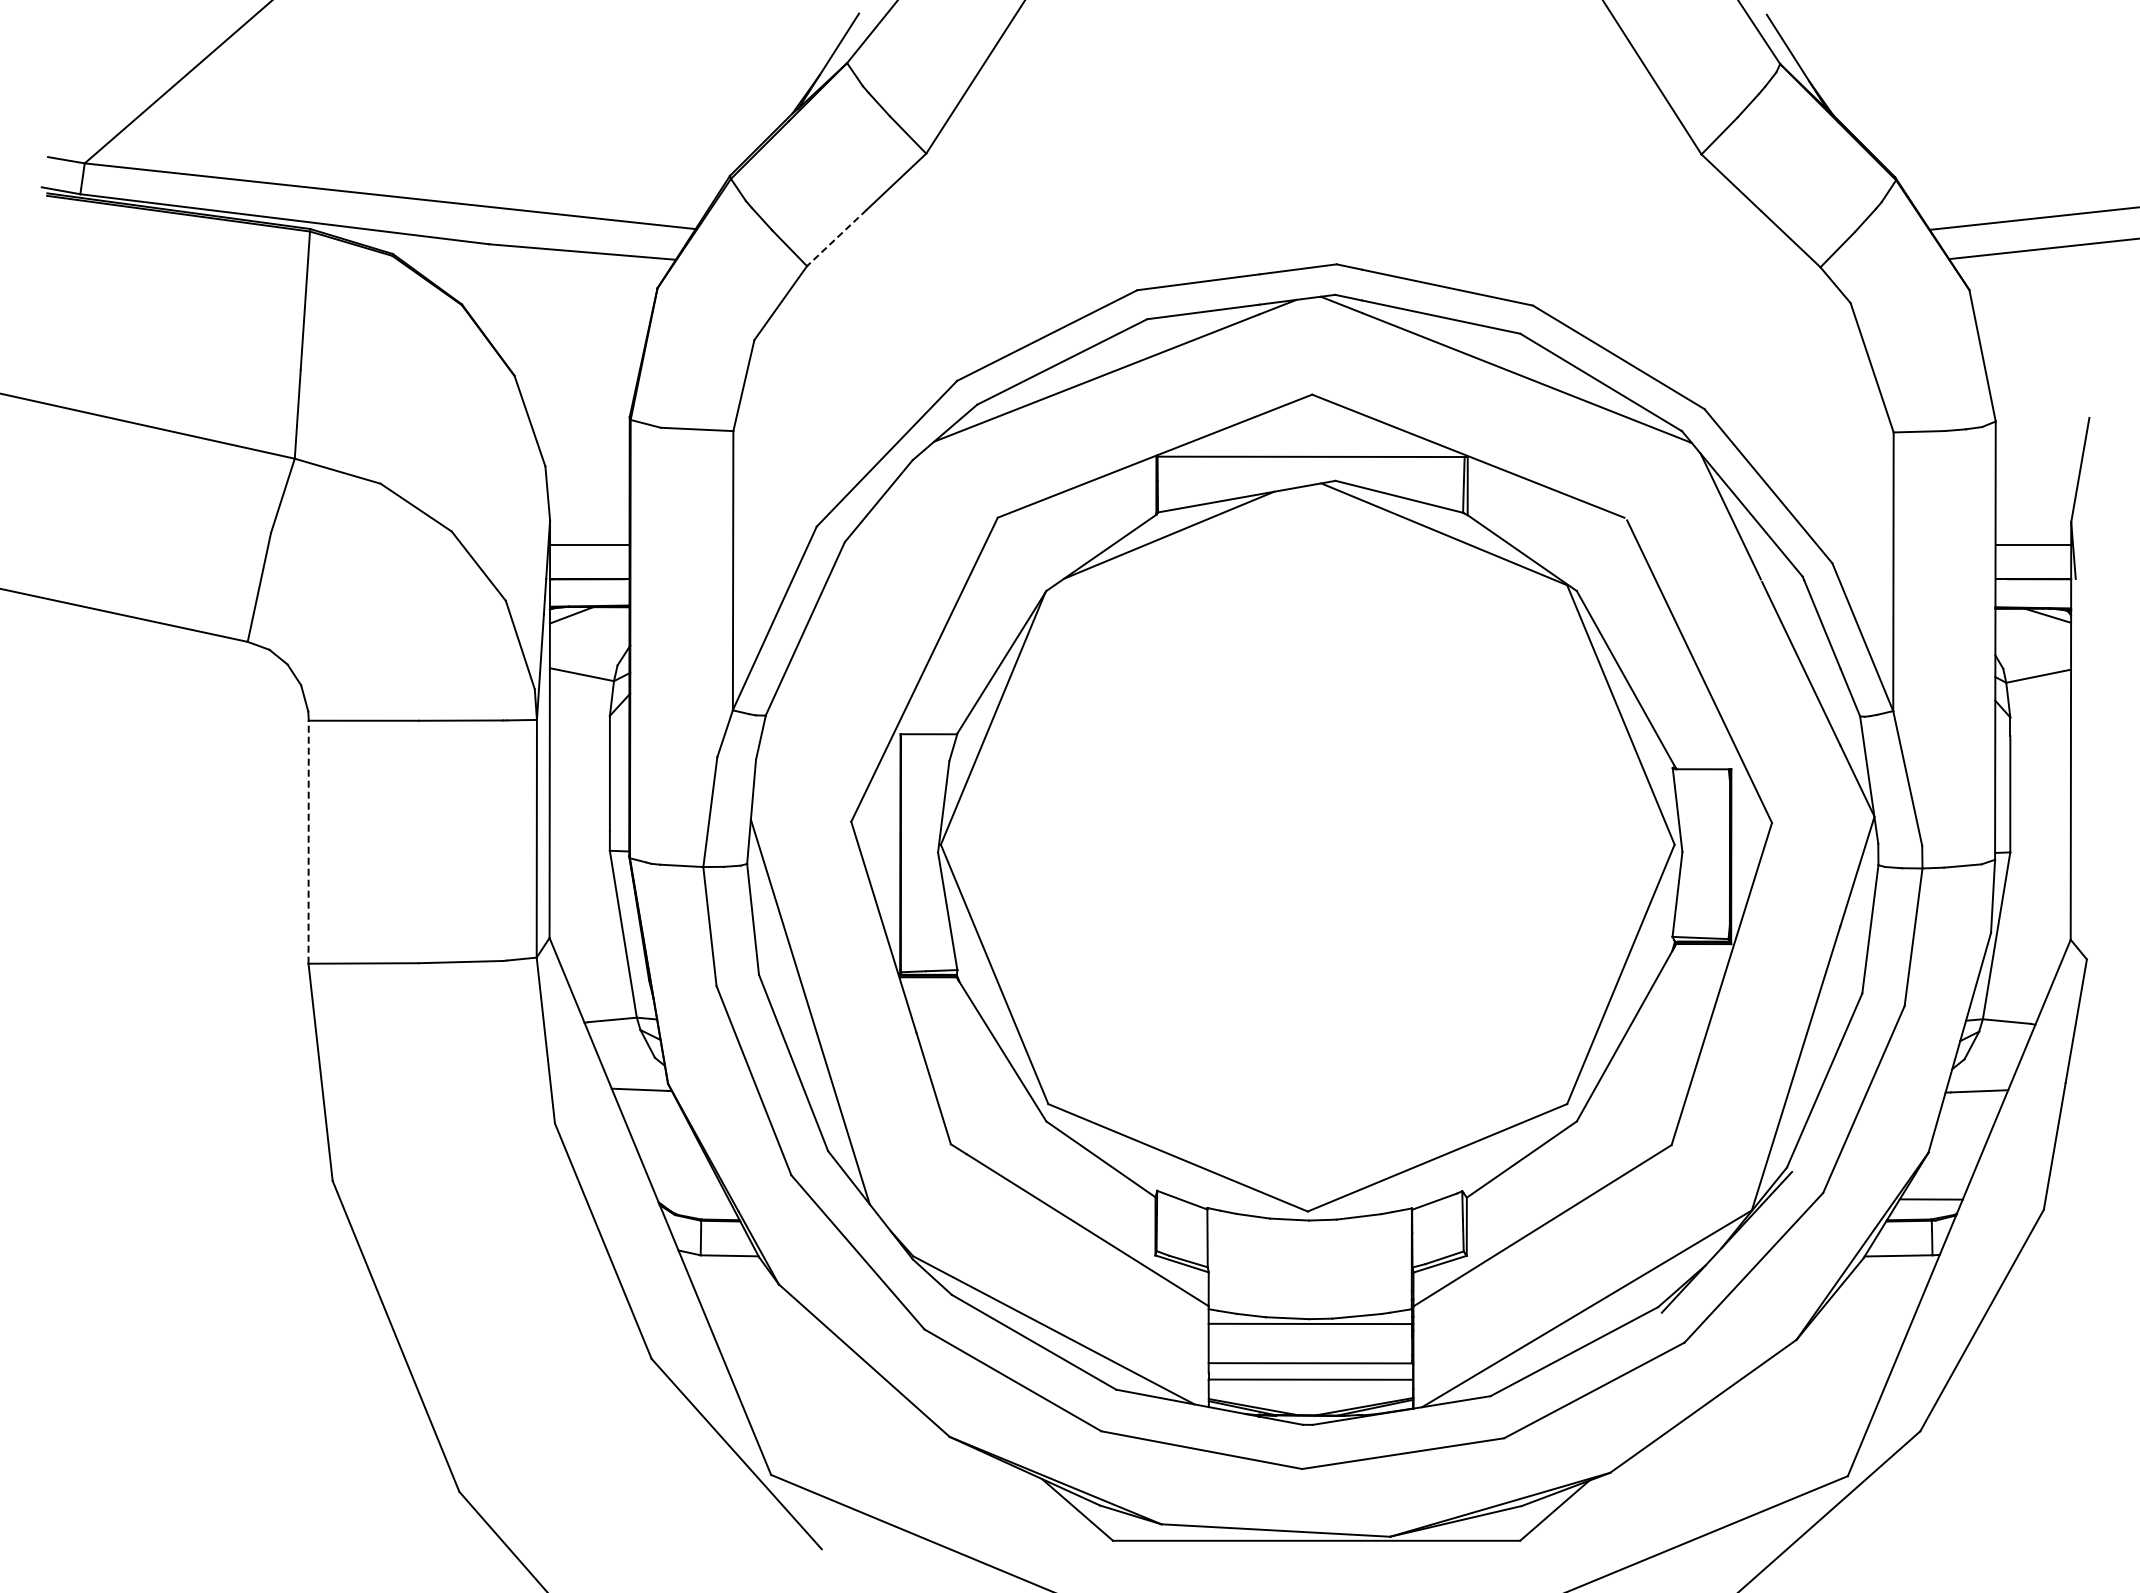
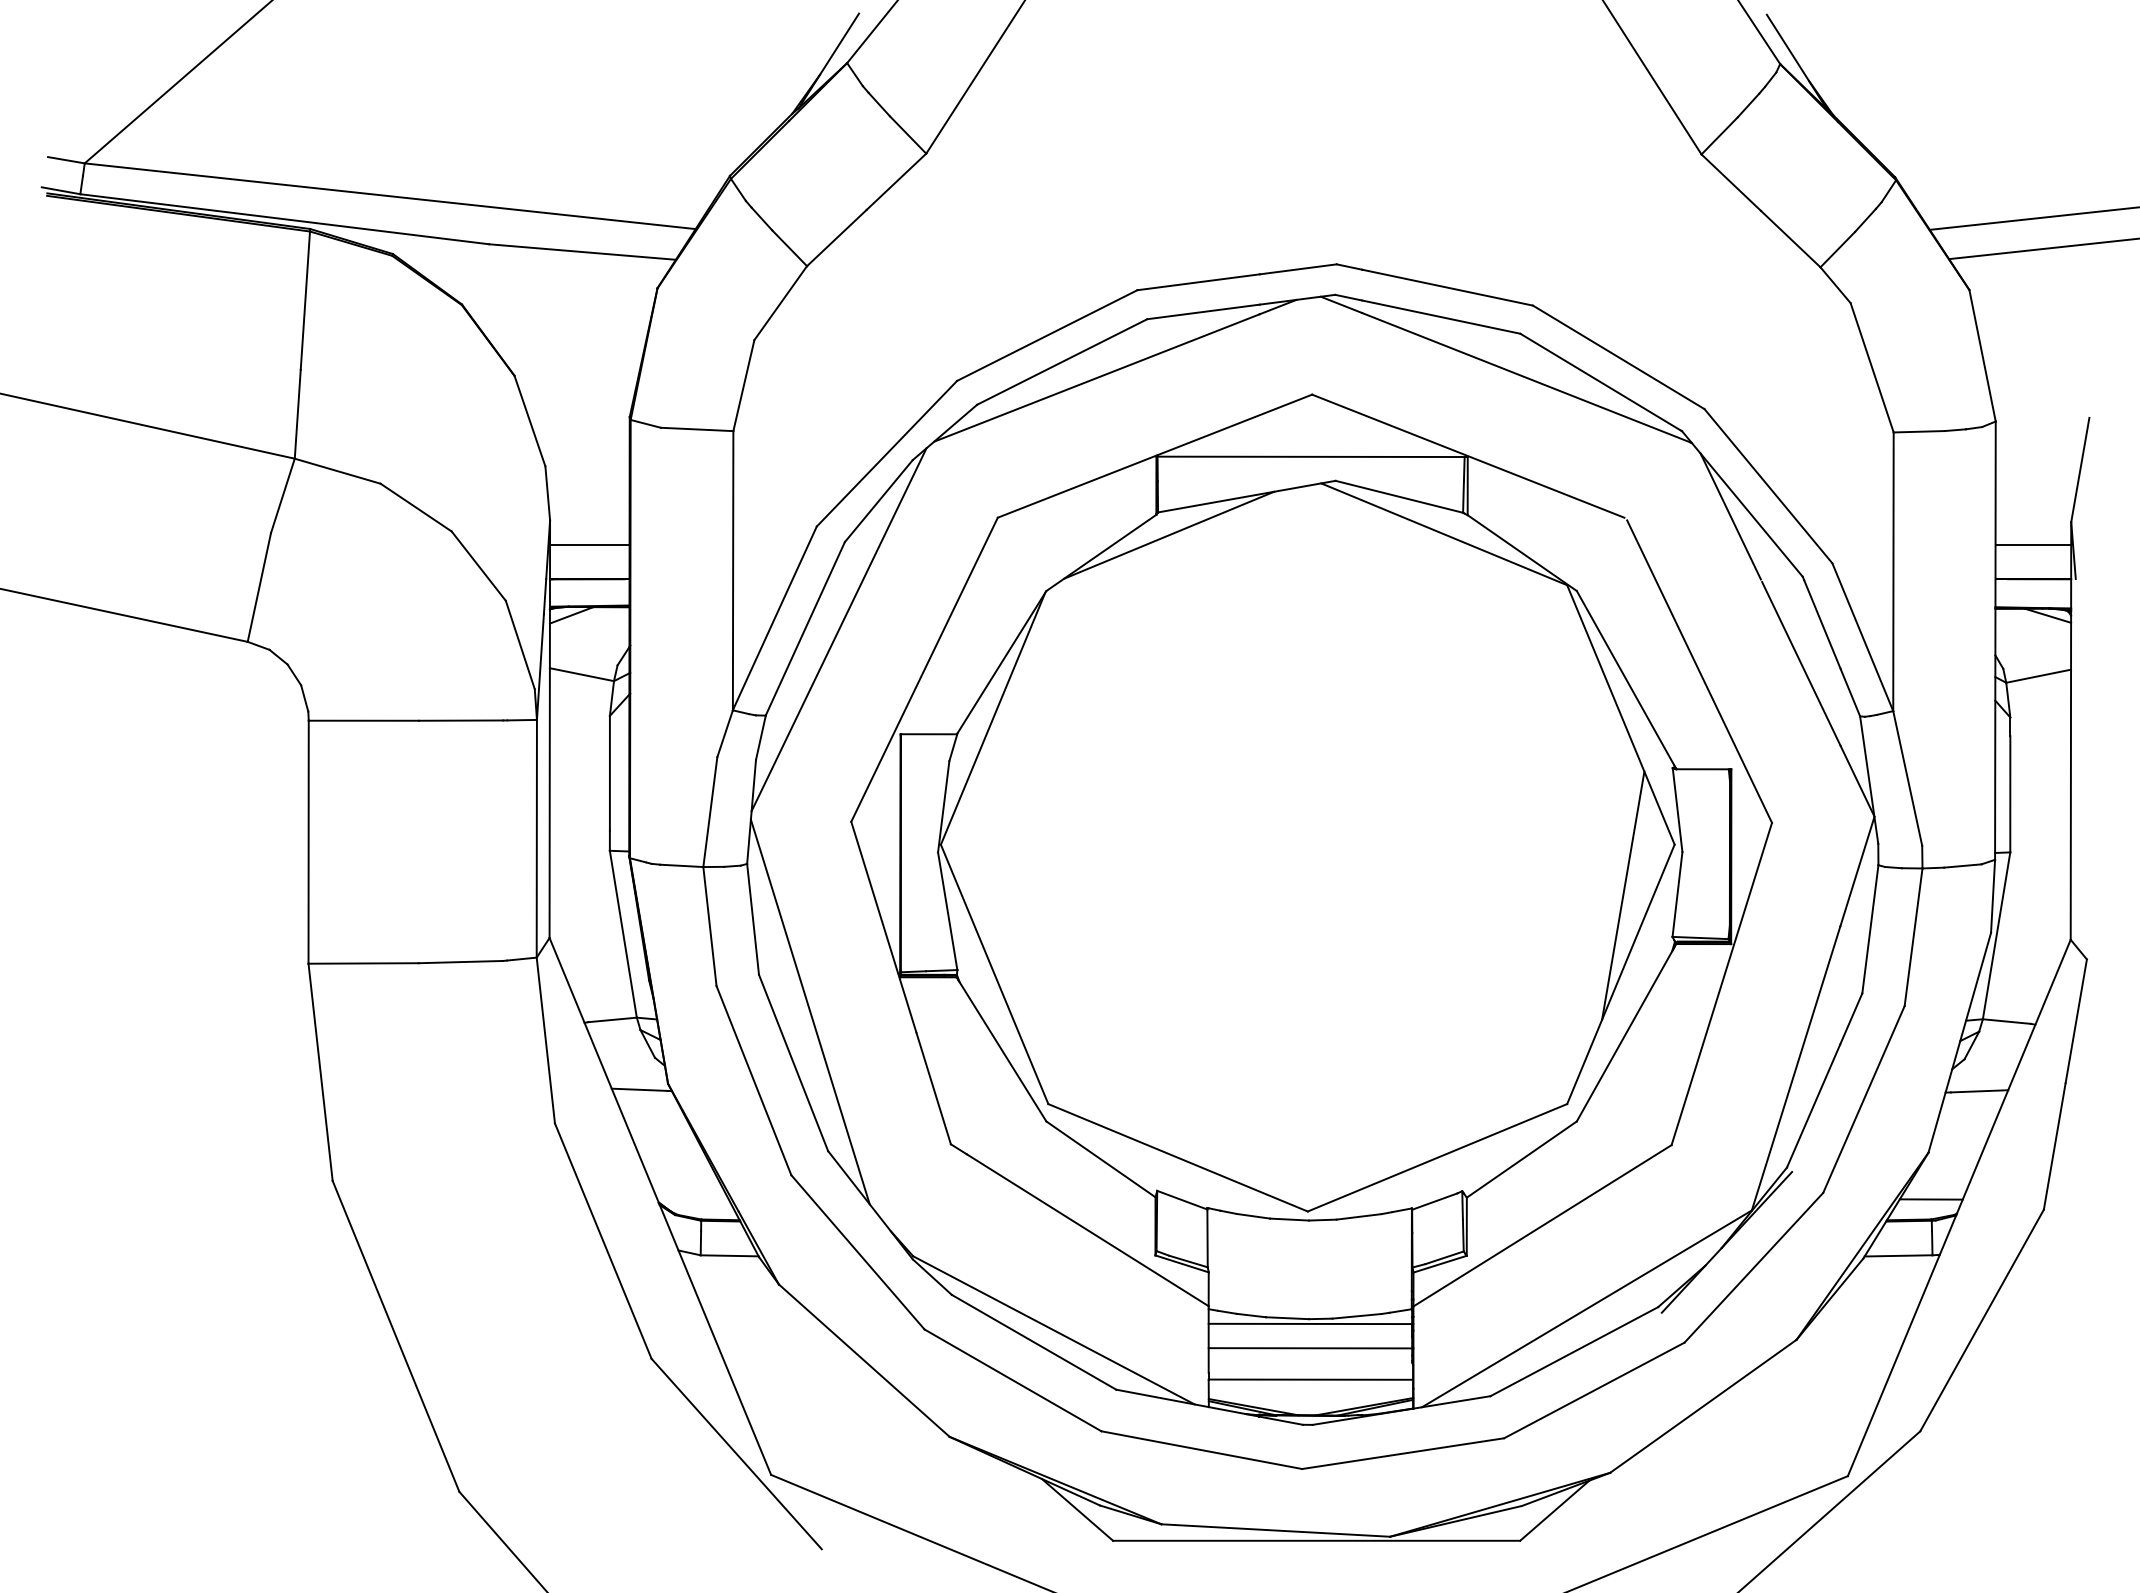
line at (836, 238): dashed -> solid
line at (838, 629): none -> present
line at (308, 842): dashed -> solid
line at (1623, 895): none -> present
line at (1310, 1363) position: (1310, 1363) -> (1310, 1348)
